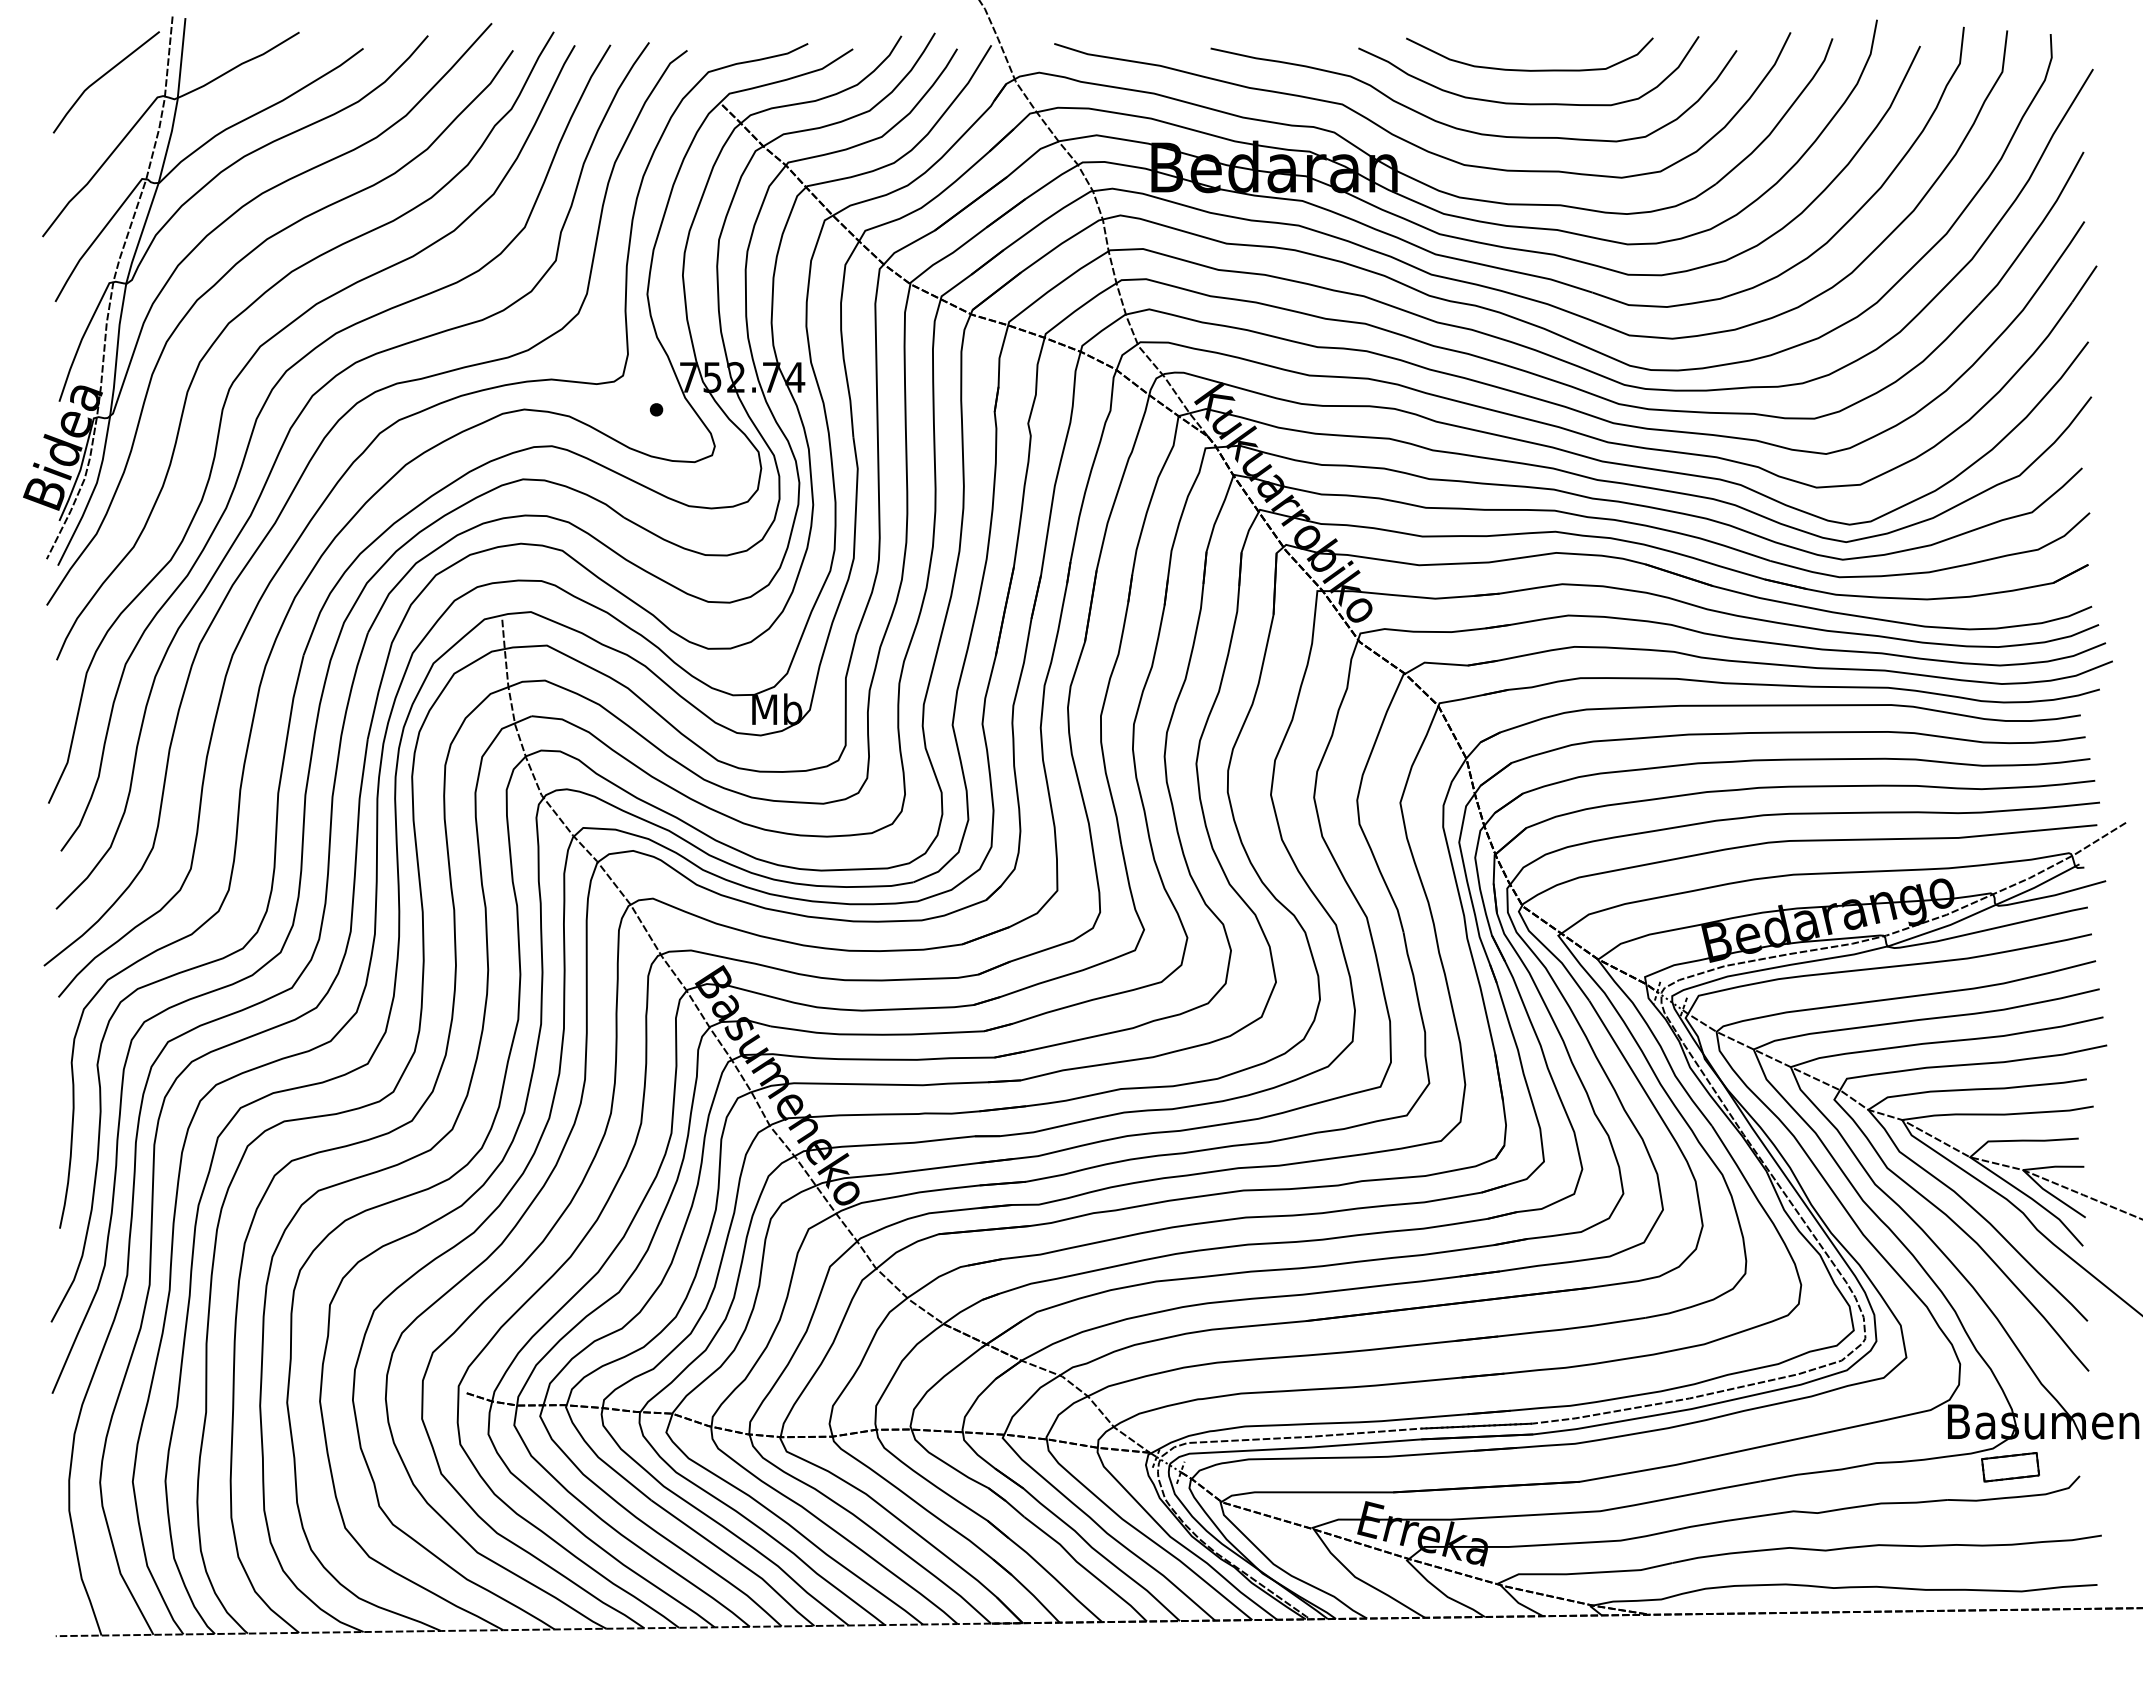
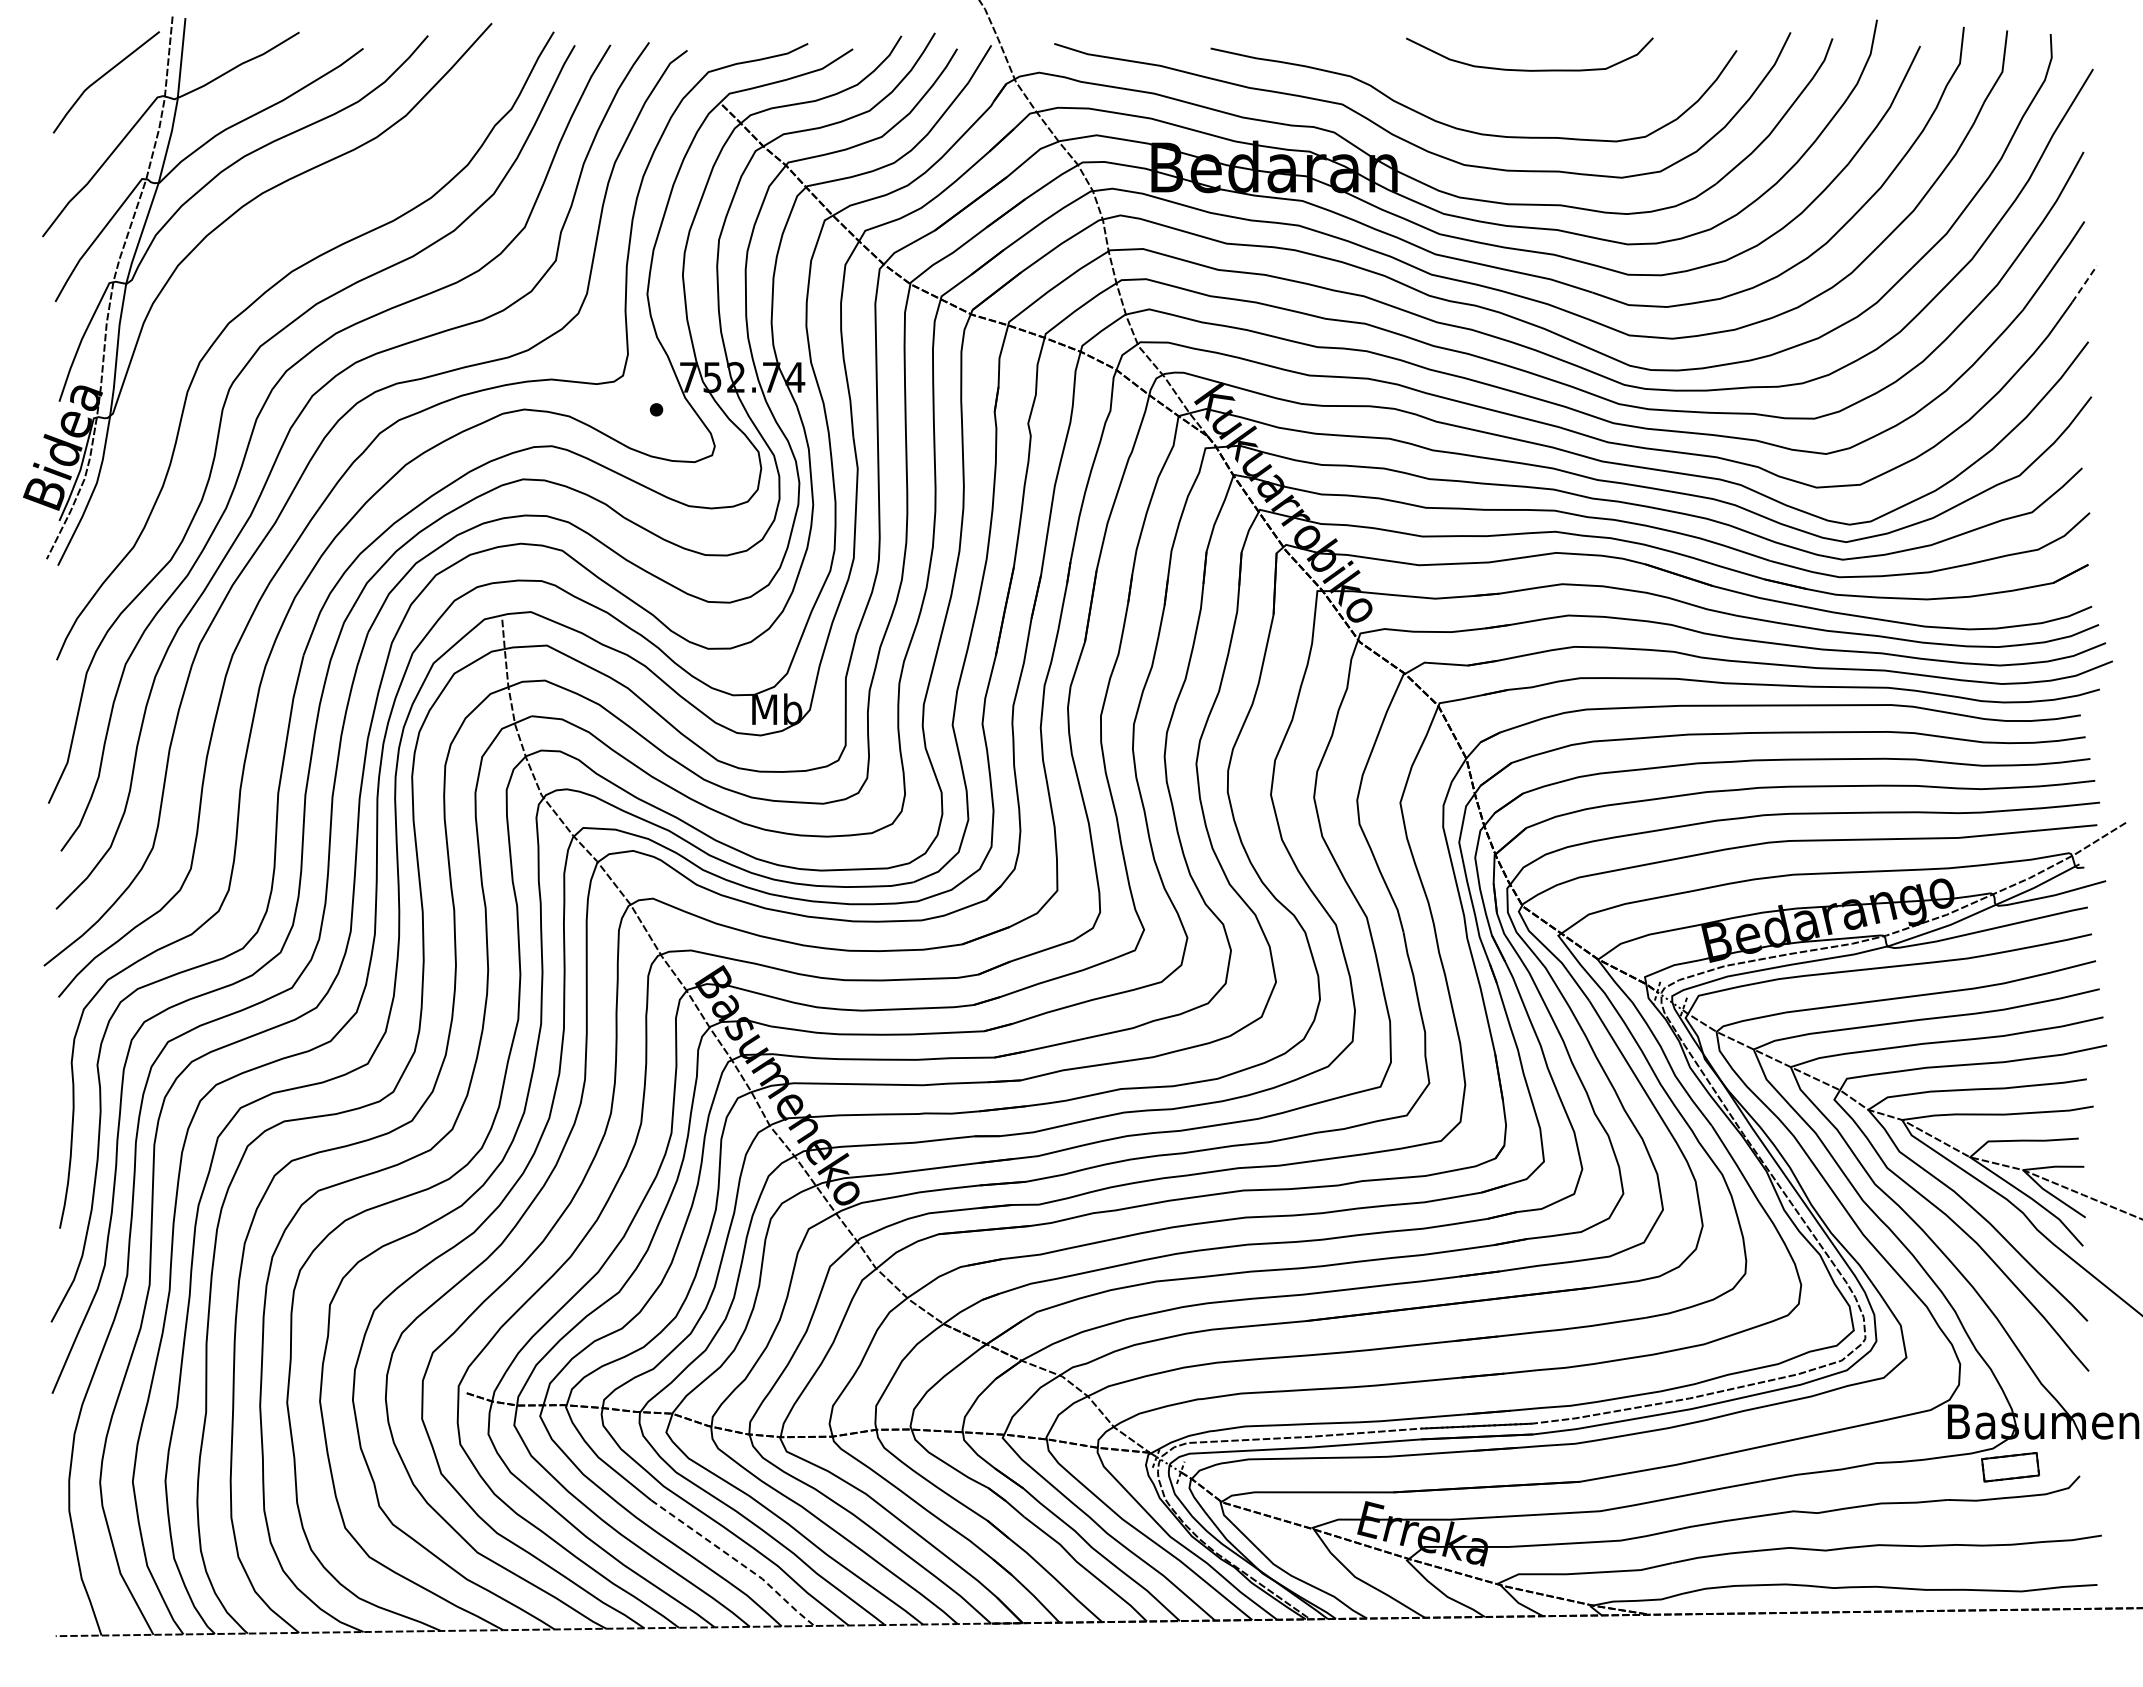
curve at (1528, 103): present -> none
curve at (226, 274): present -> none
line at (2084, 283): solid -> dashed
line at (736, 1560): solid -> dashed
